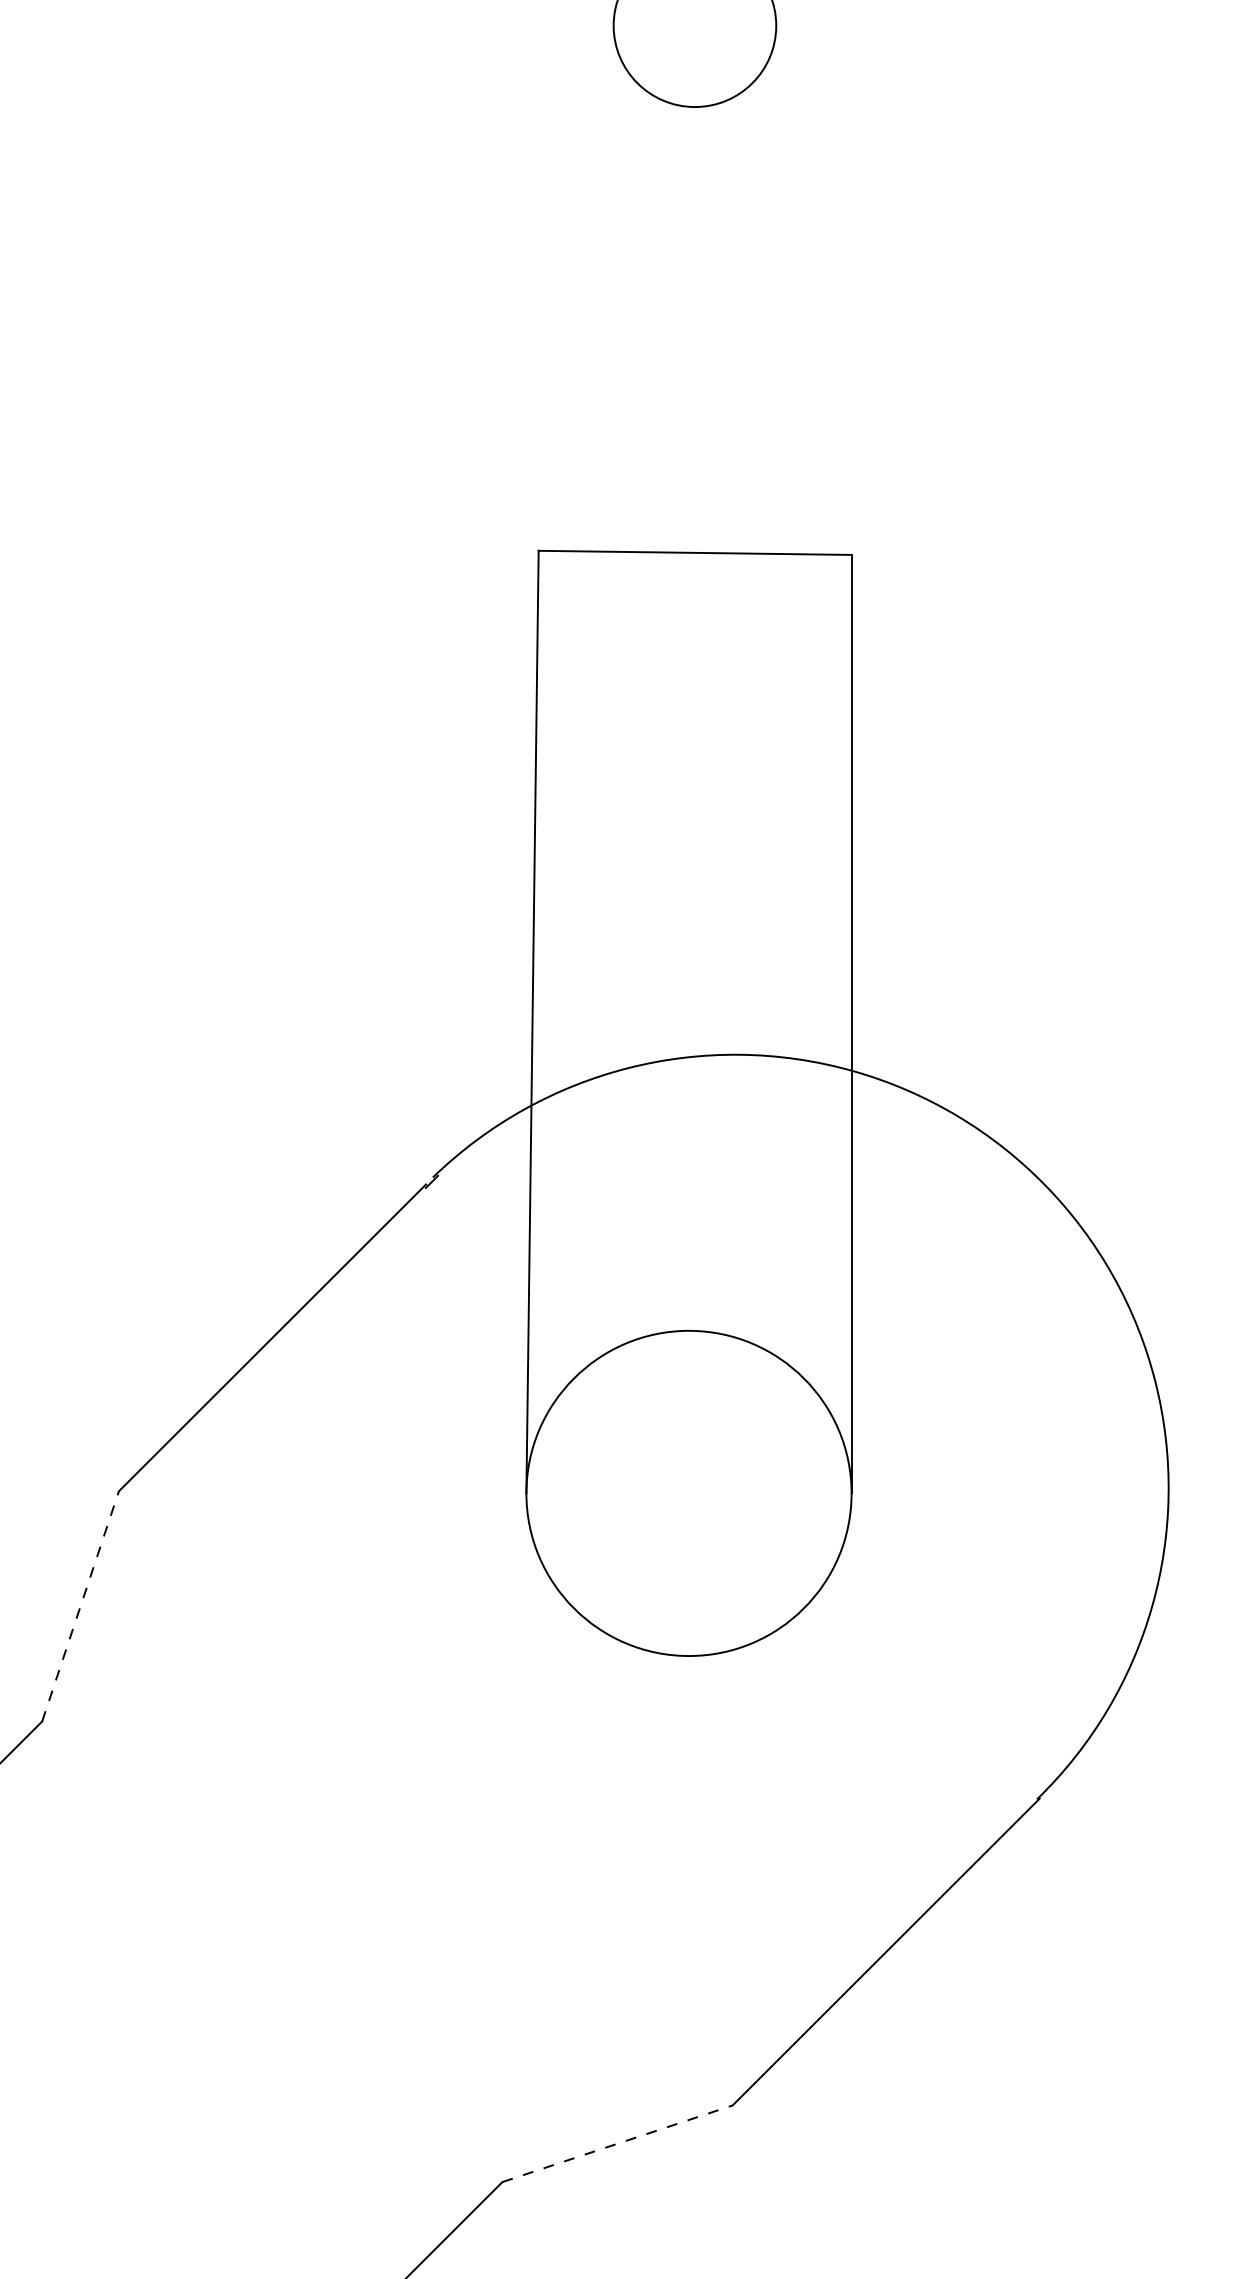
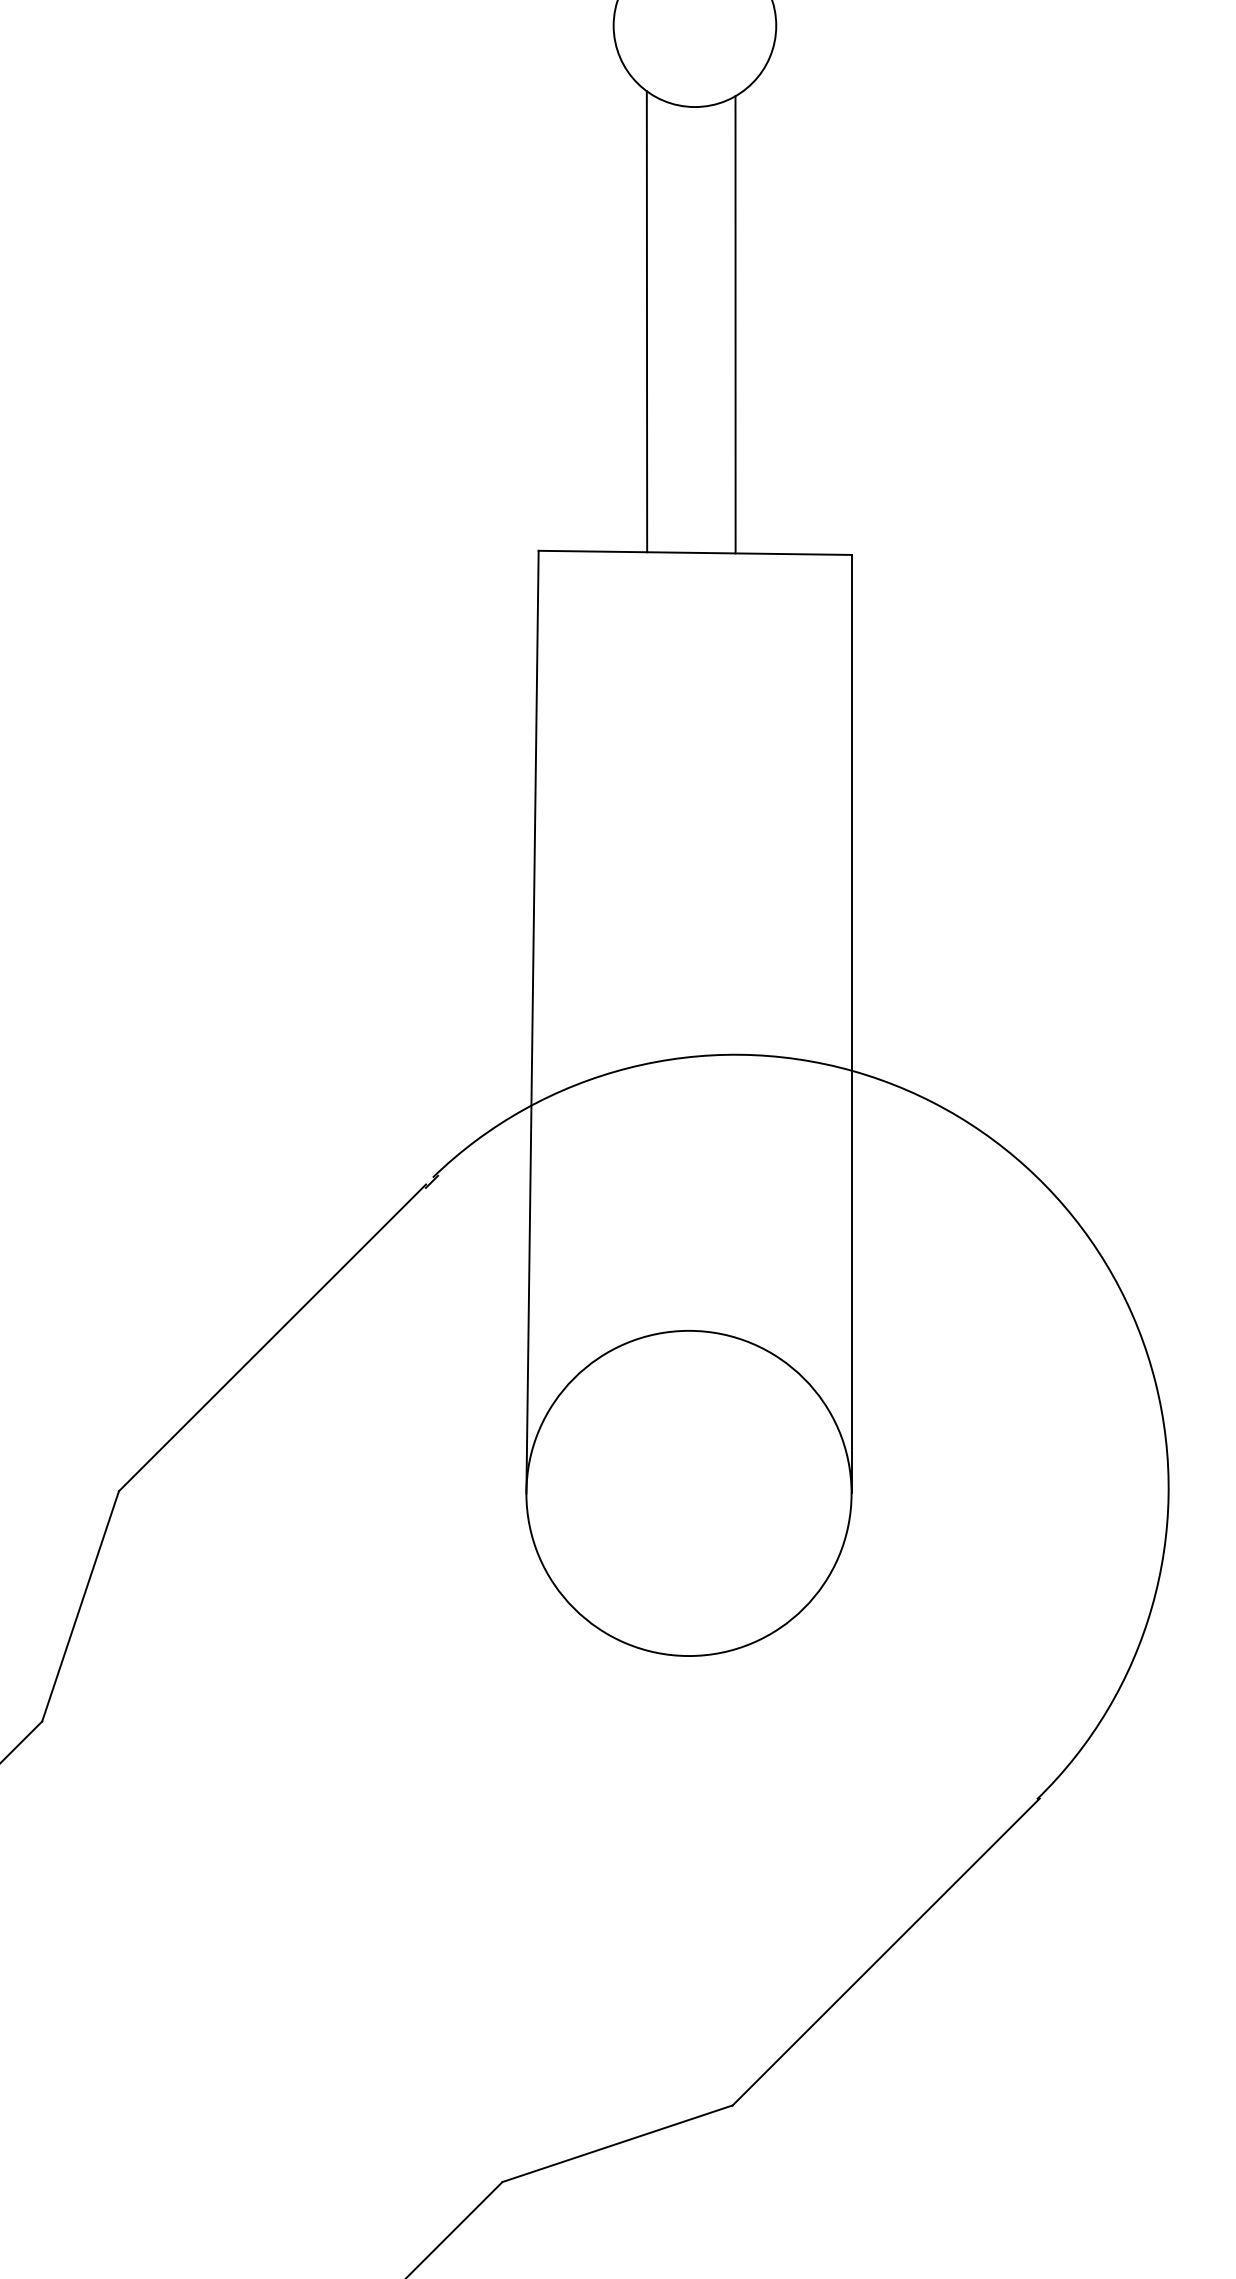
line at (646, 321): none -> present
line at (735, 324): none -> present
line at (80, 1605): dashed -> solid
line at (618, 2143): dashed -> solid
